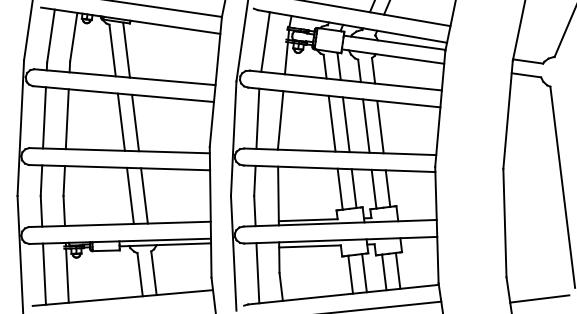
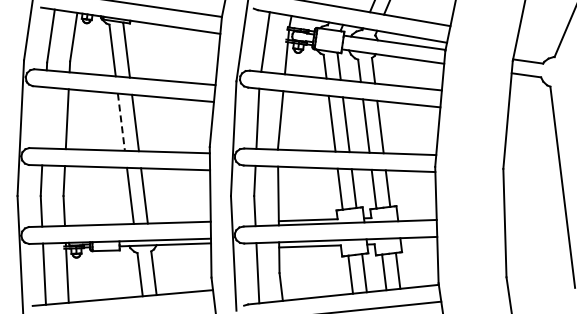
line at (44, 117): present -> none
line at (121, 122): solid -> dashed
line at (539, 298): present -> none
